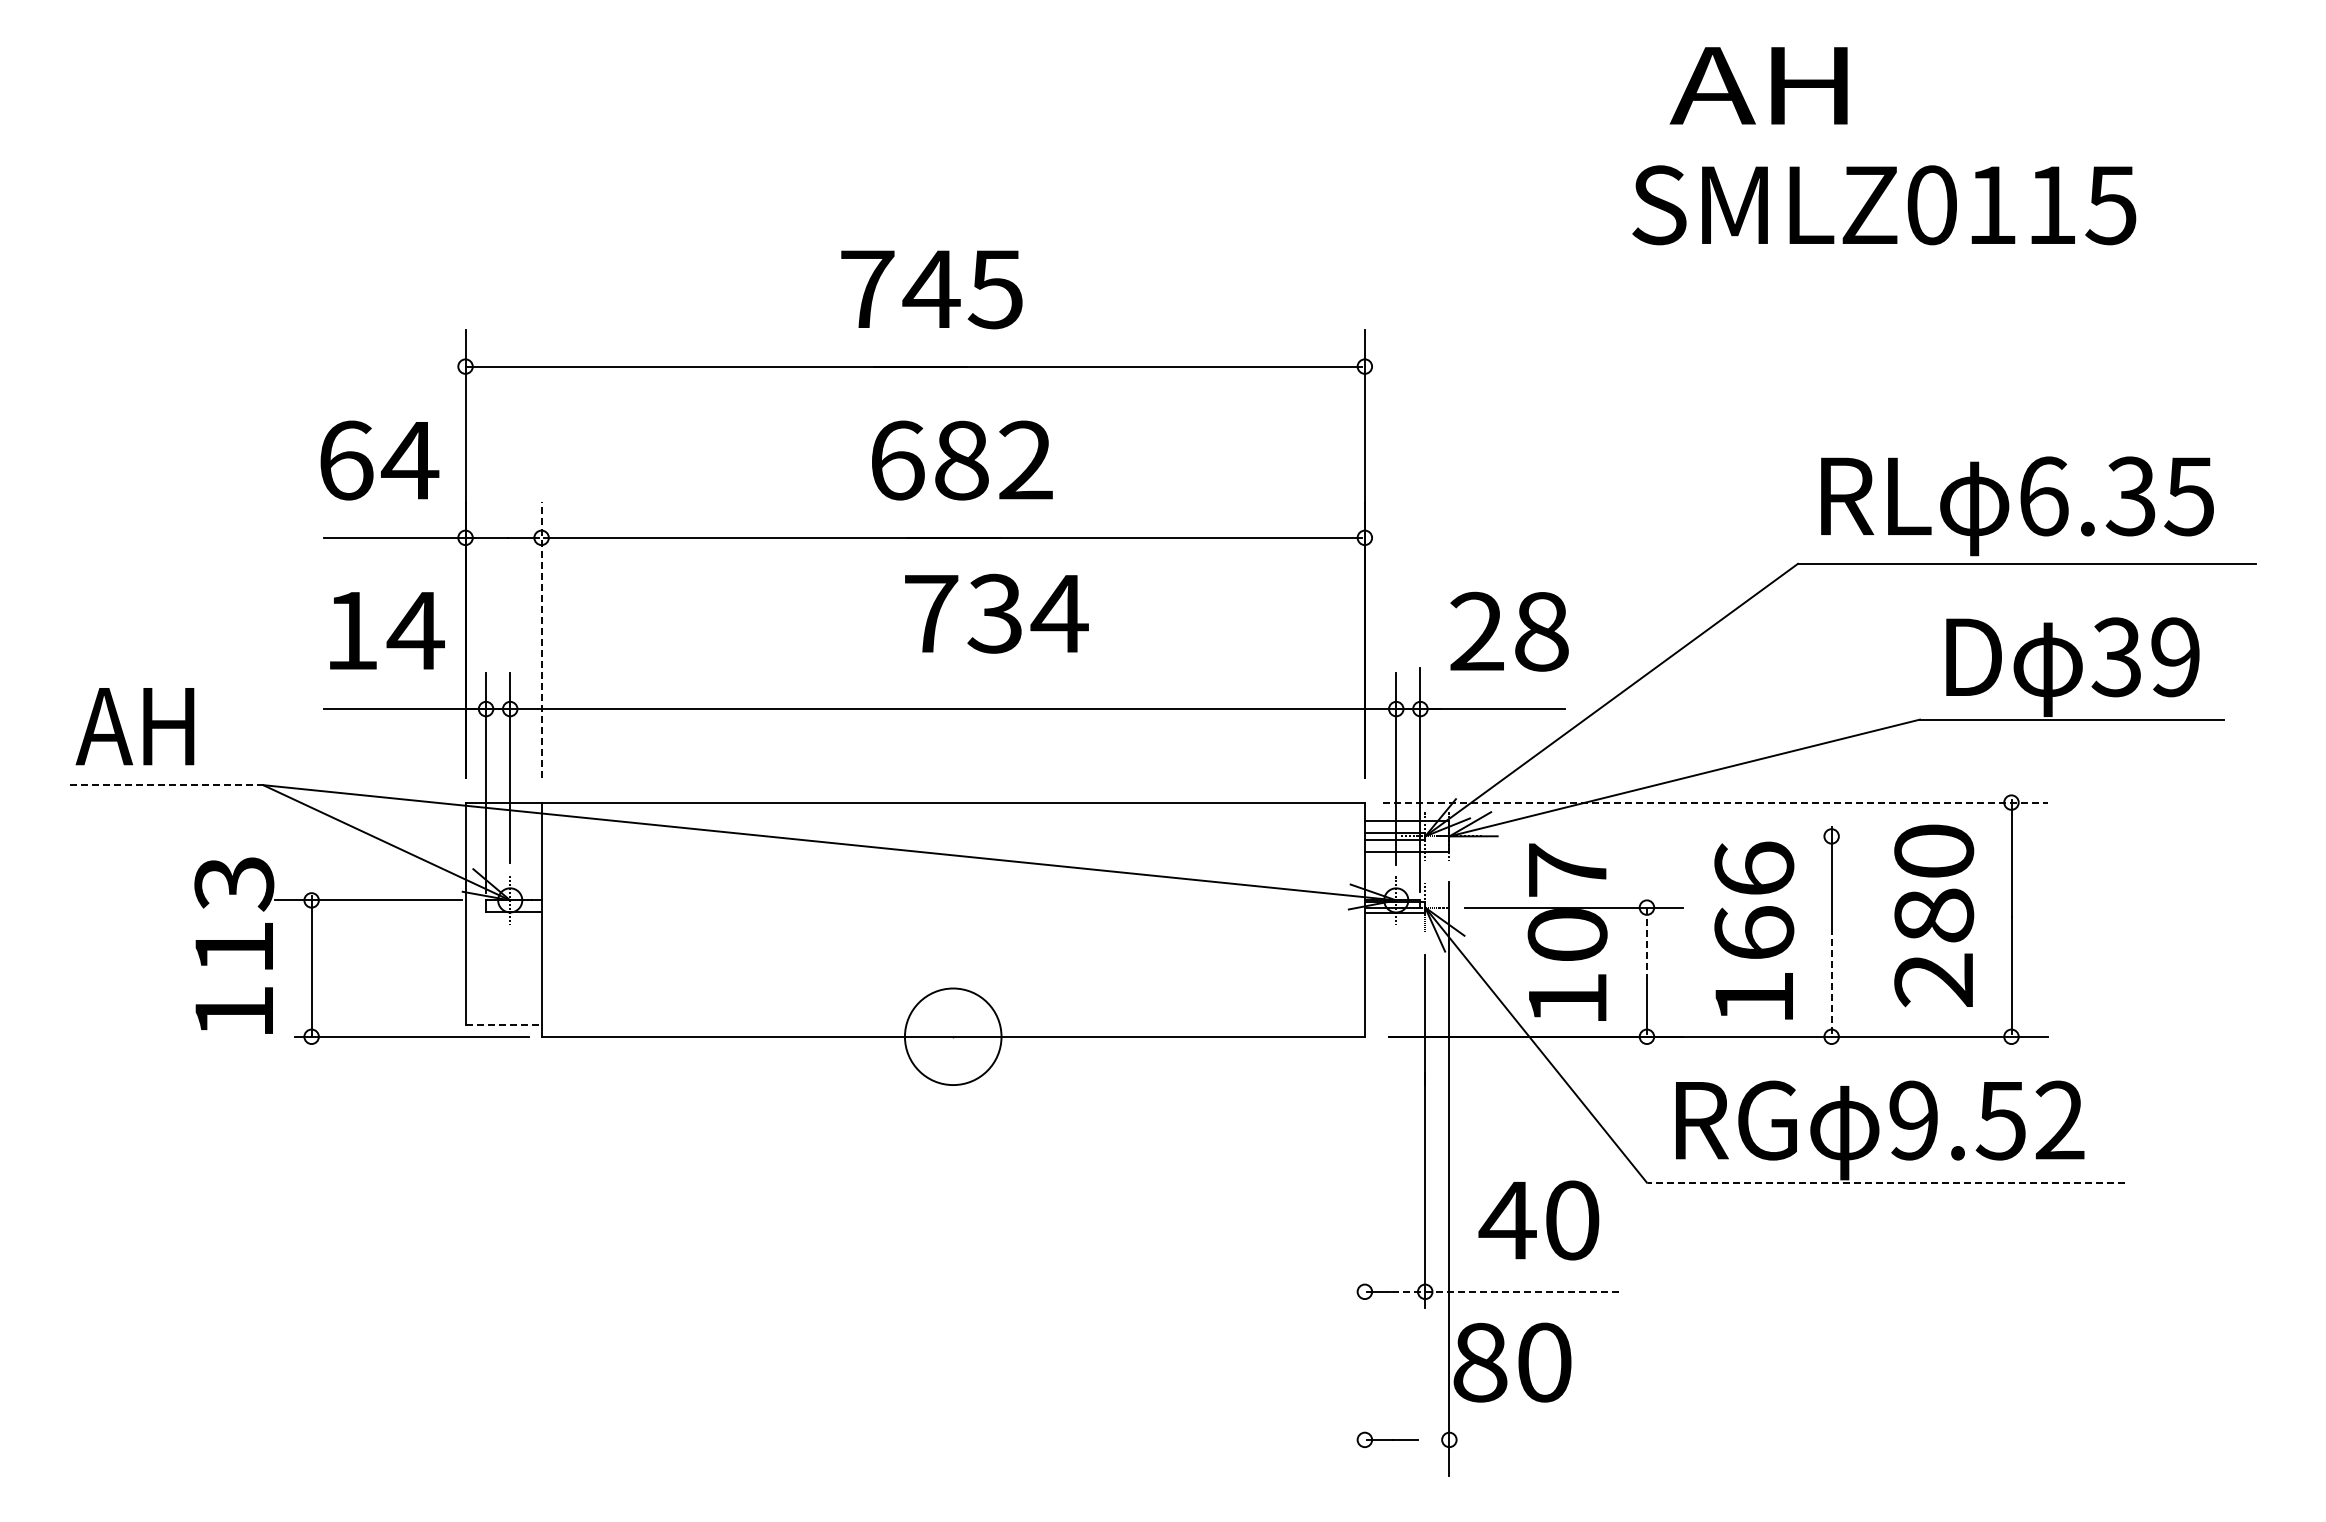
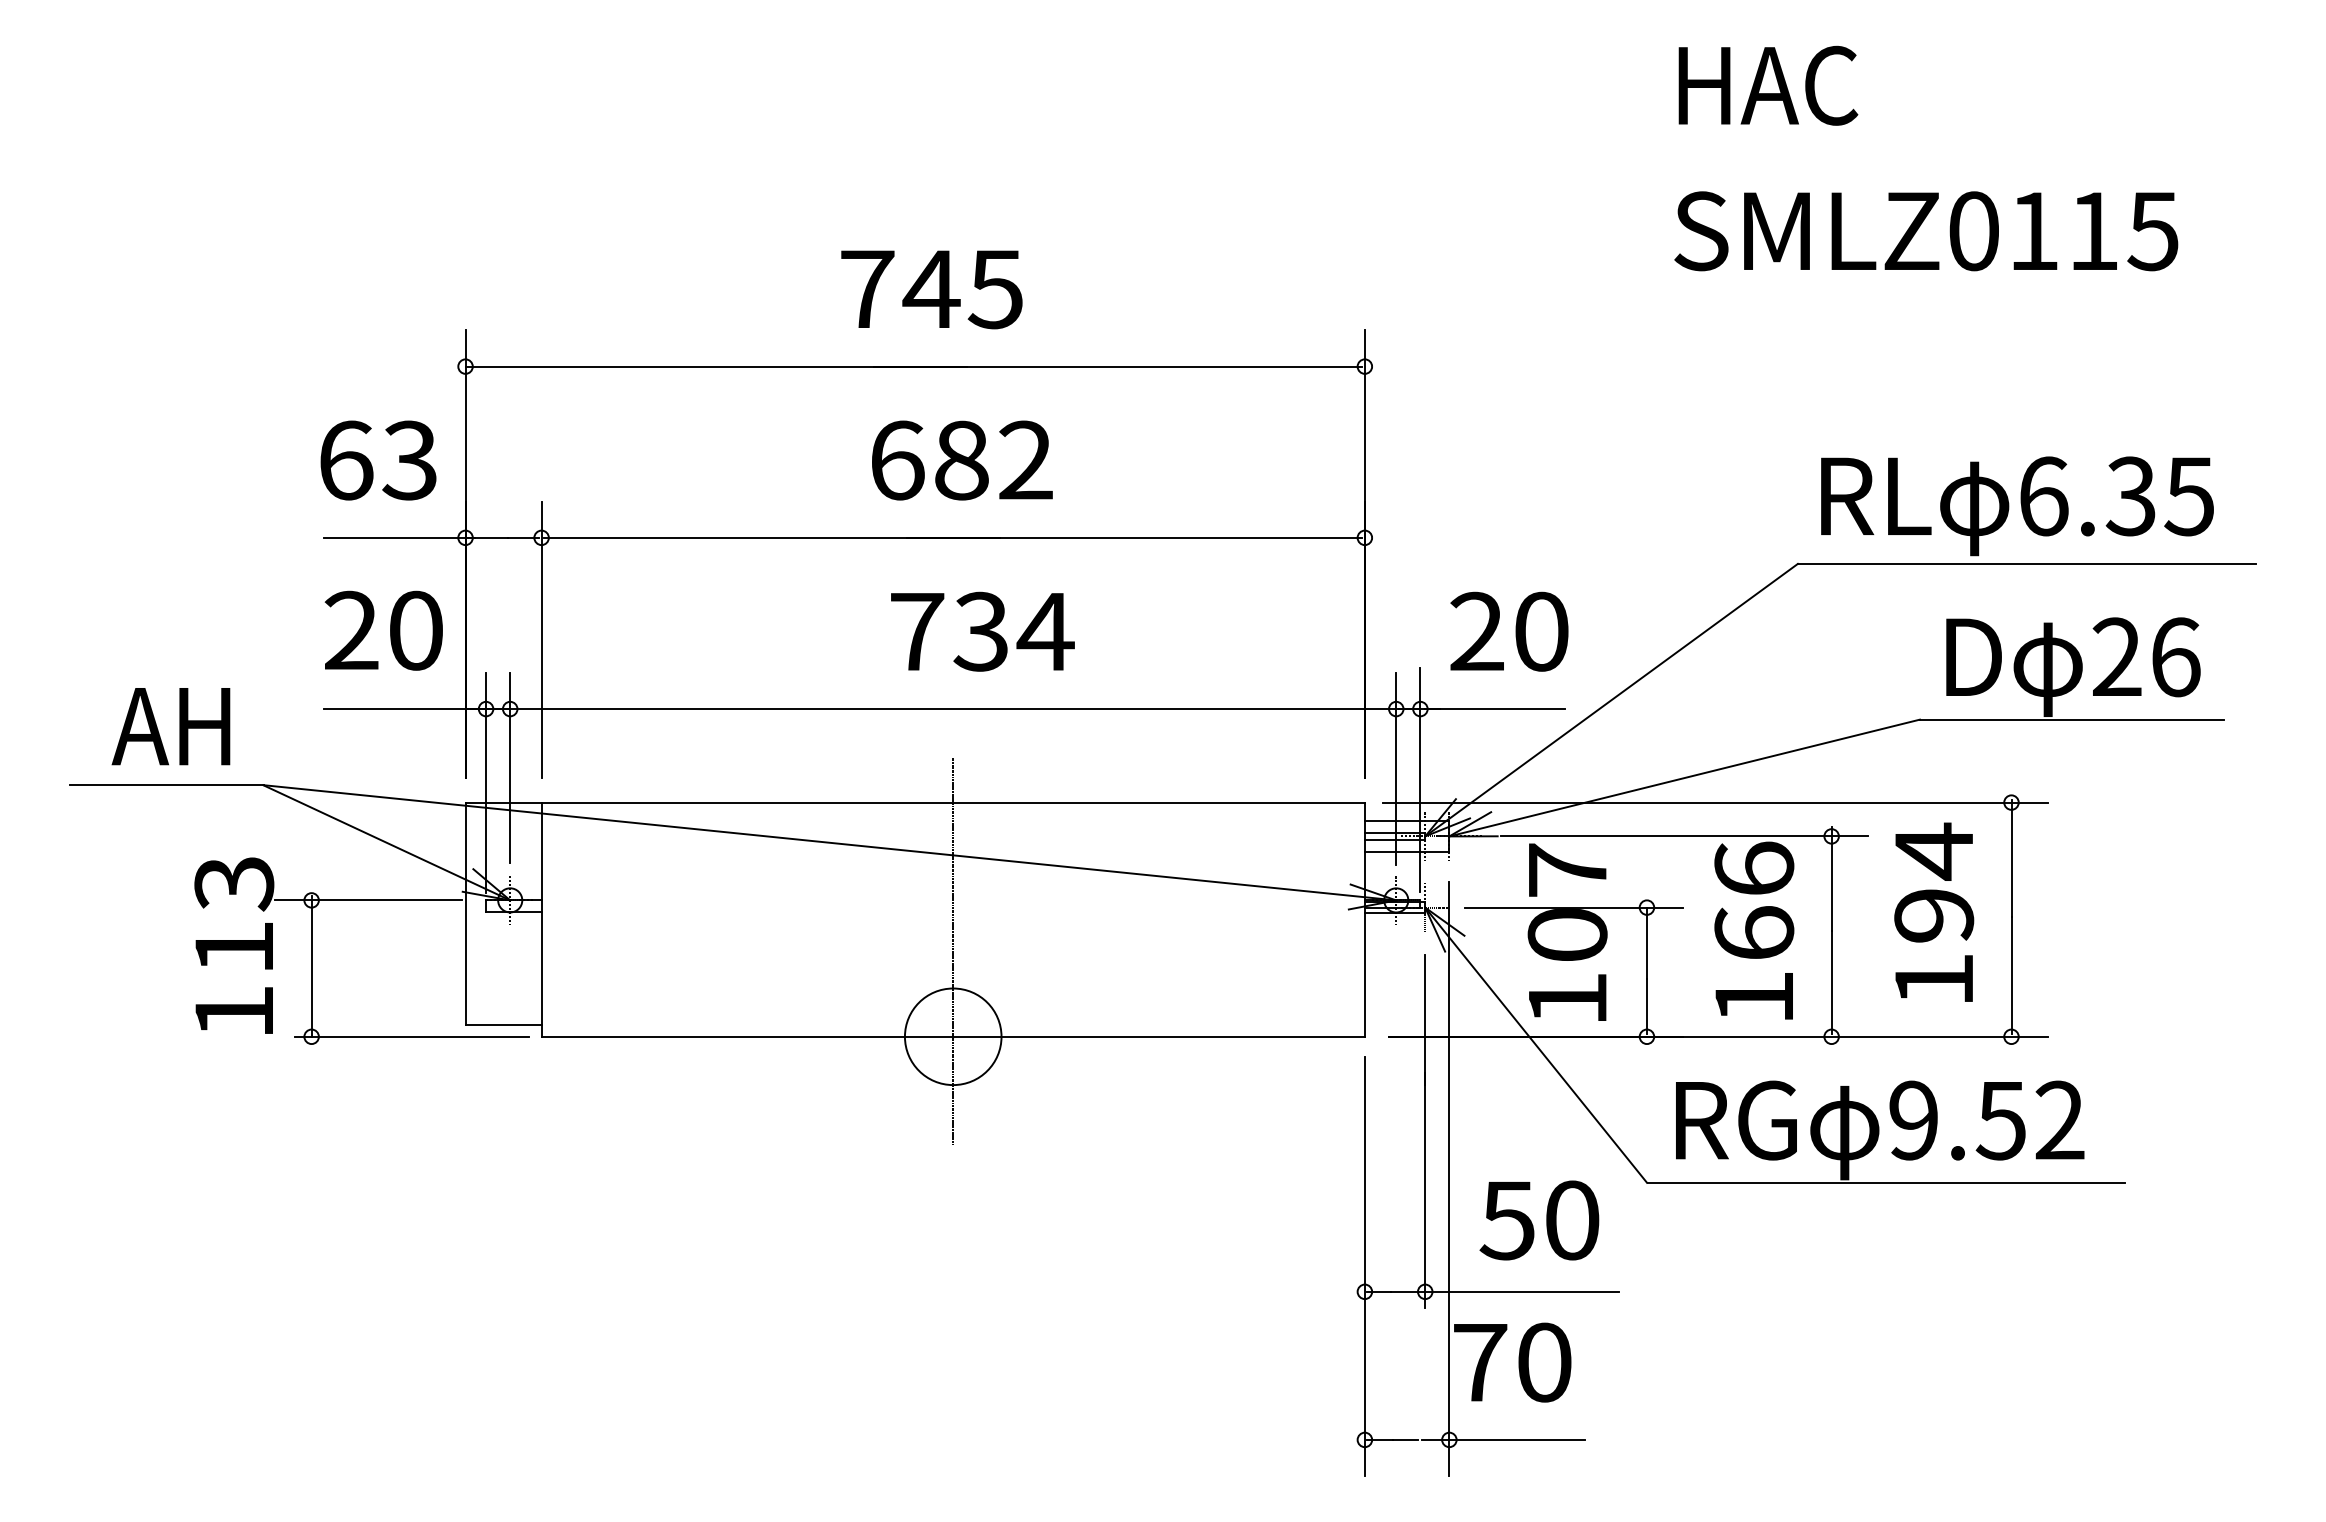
text at (1763, 85): AH -> HAC
text at (1884, 205) position: (1884, 205) -> (1926, 231)
text at (409, 460): 64 -> 63
text at (996, 613) position: (996, 613) -> (982, 631)
text at (384, 630): 14 -> 20
text at (1541, 631): 28 -> 20
line at (541, 639): dashed -> solid
text at (2145, 657): 39 -> 26
text at (134, 726) position: (134, 726) -> (170, 726)
line at (166, 785): dashed -> solid
line at (1715, 802): dashed -> solid
line at (1684, 836): none -> present
text at (1934, 914): 280 -> 194
line at (1646, 943): dashed -> solid
line at (953, 951): none -> present
line at (1831, 982): dashed -> solid
line at (504, 1024): dashed -> solid
line at (1886, 1182): dashed -> solid
text at (1507, 1220): 40 -> 50
line at (1364, 1266): none -> present
line at (1504, 1291): dashed -> solid
text at (1480, 1362): 80 -> 70
line at (1503, 1439): none -> present
